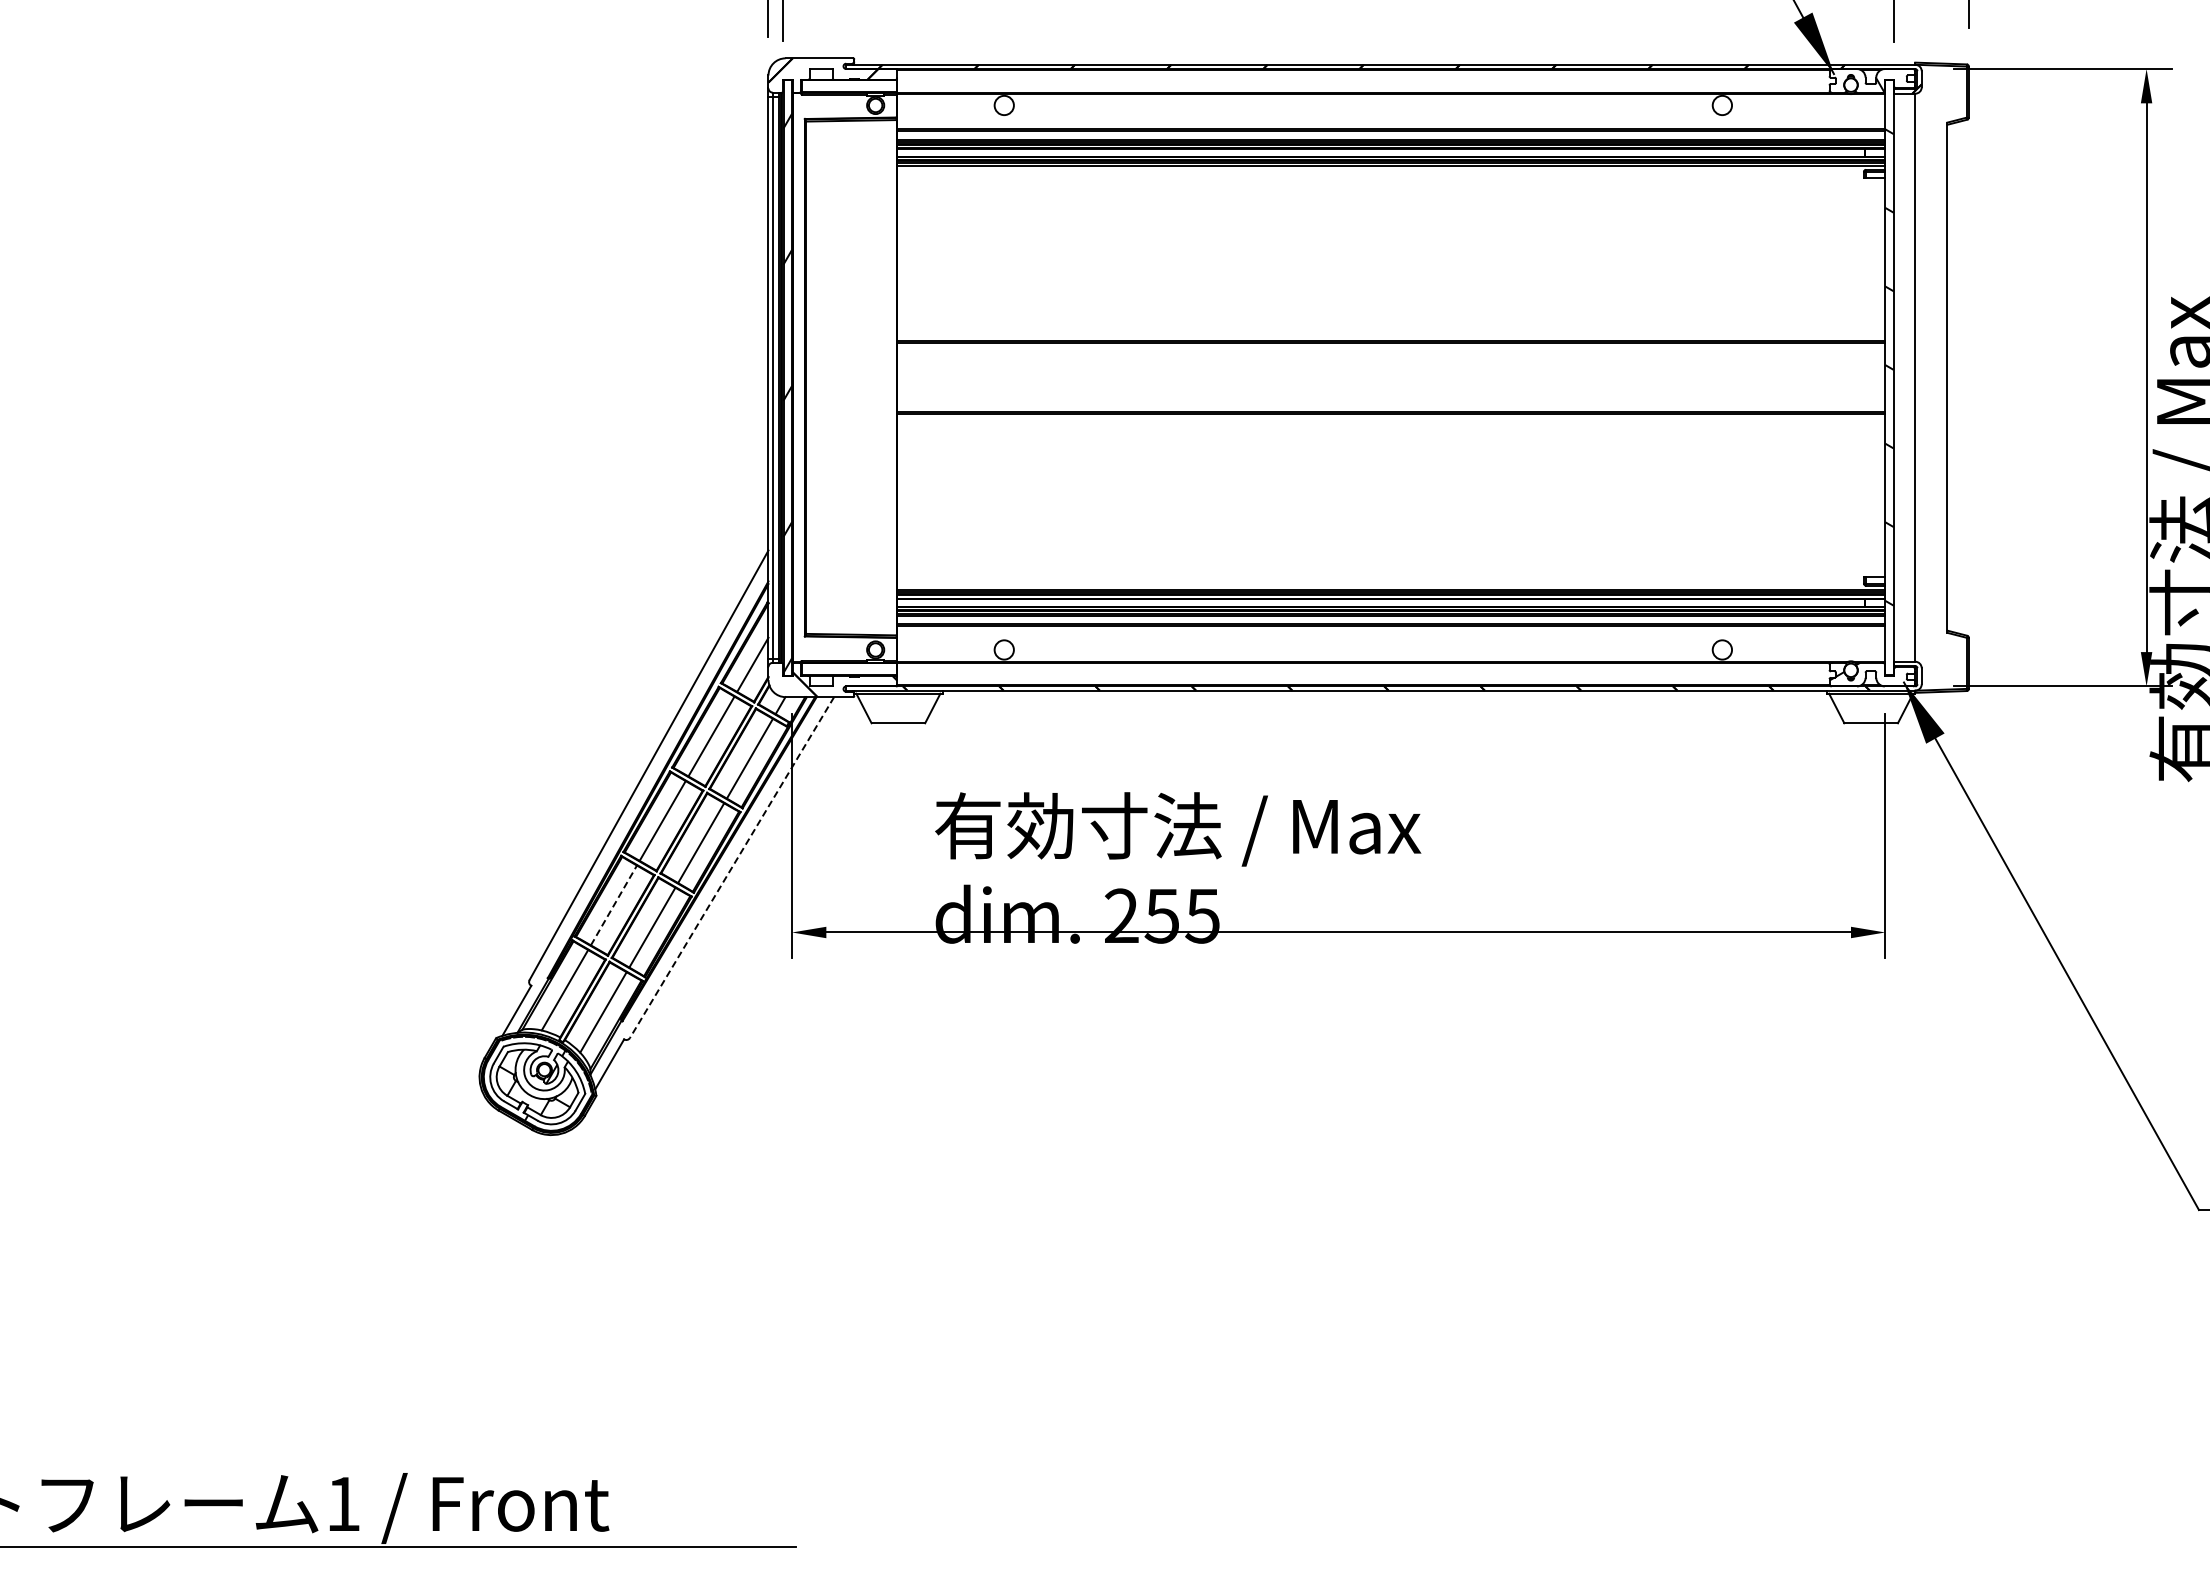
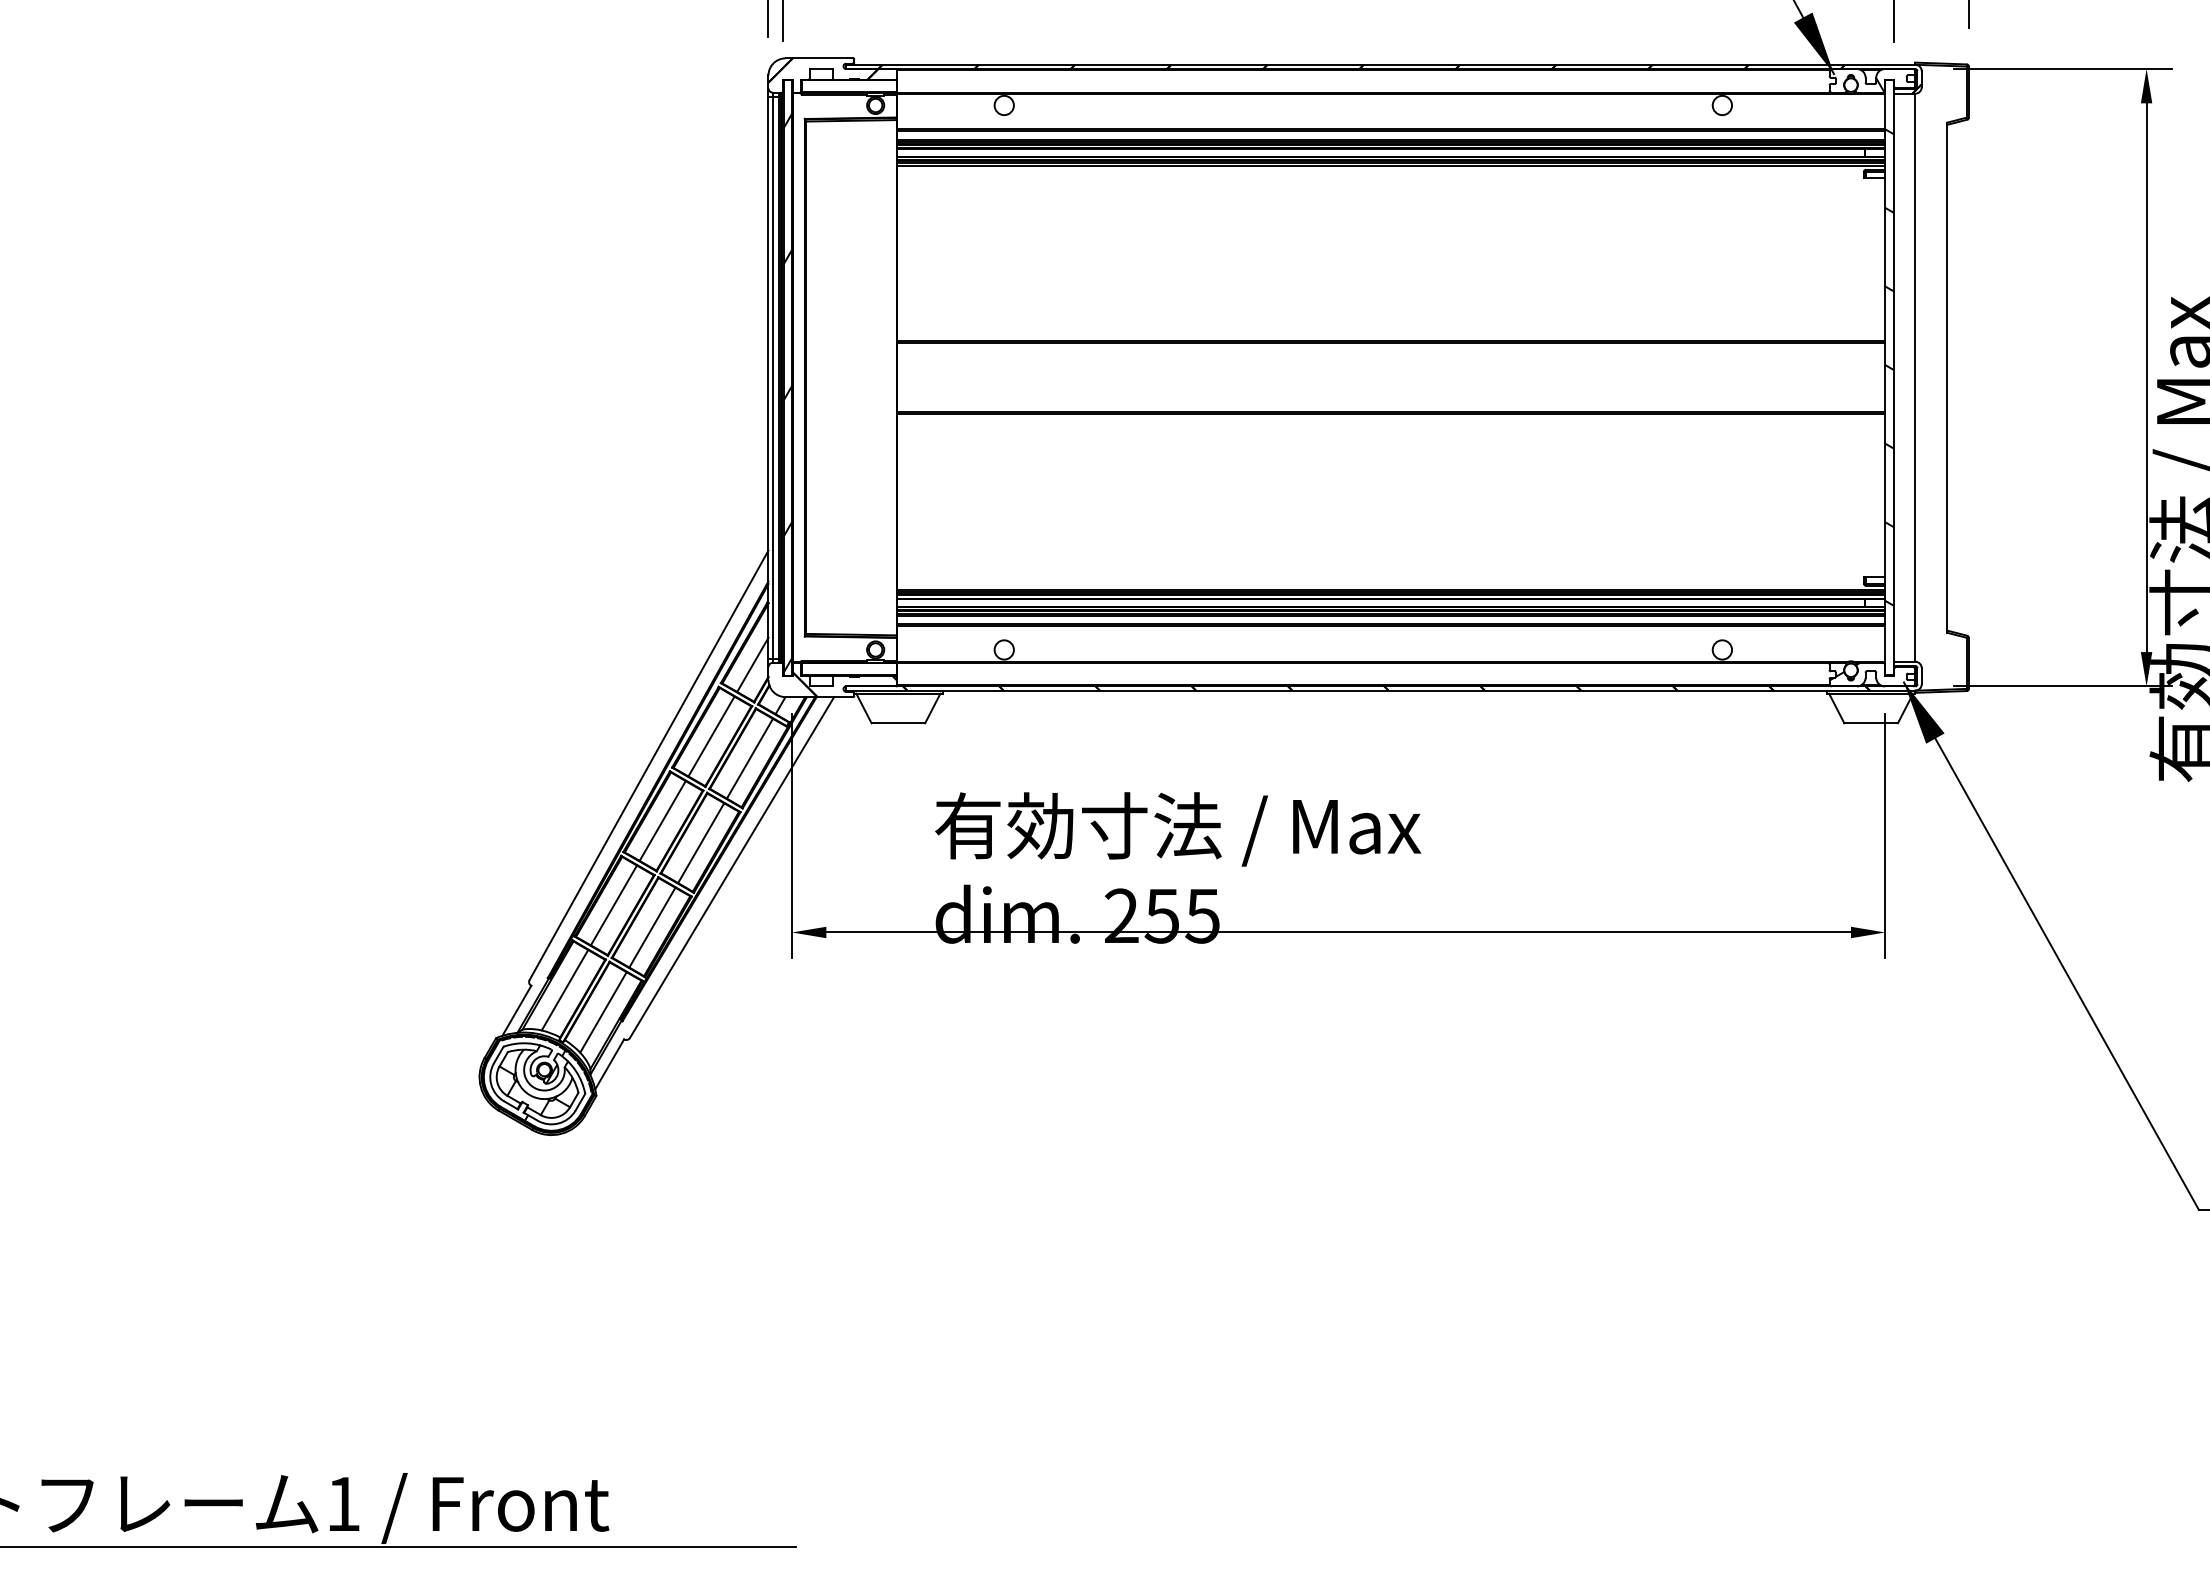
line at (732, 867): dashed -> solid
line at (614, 905): dashed -> solid
